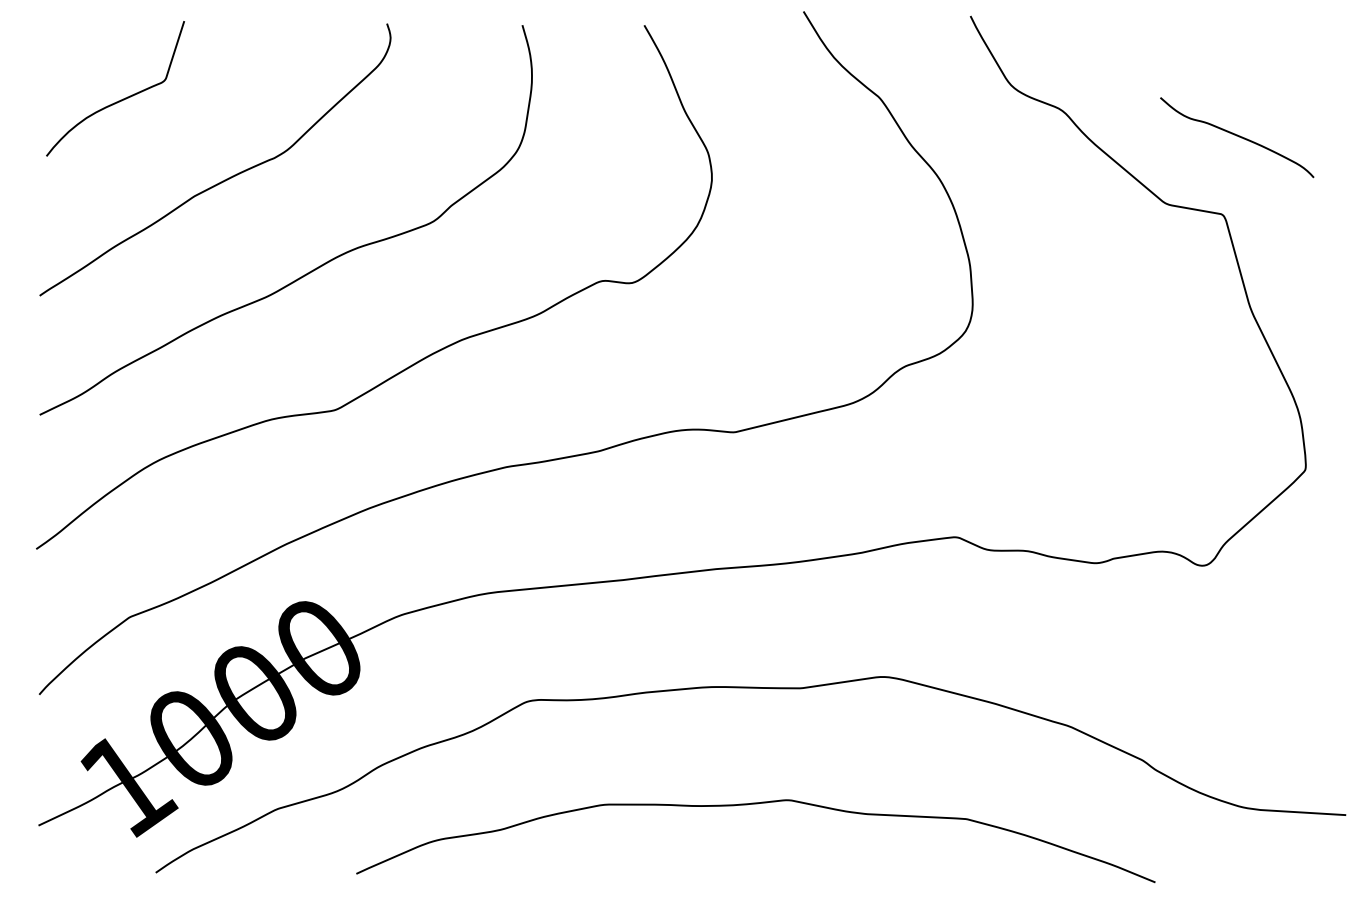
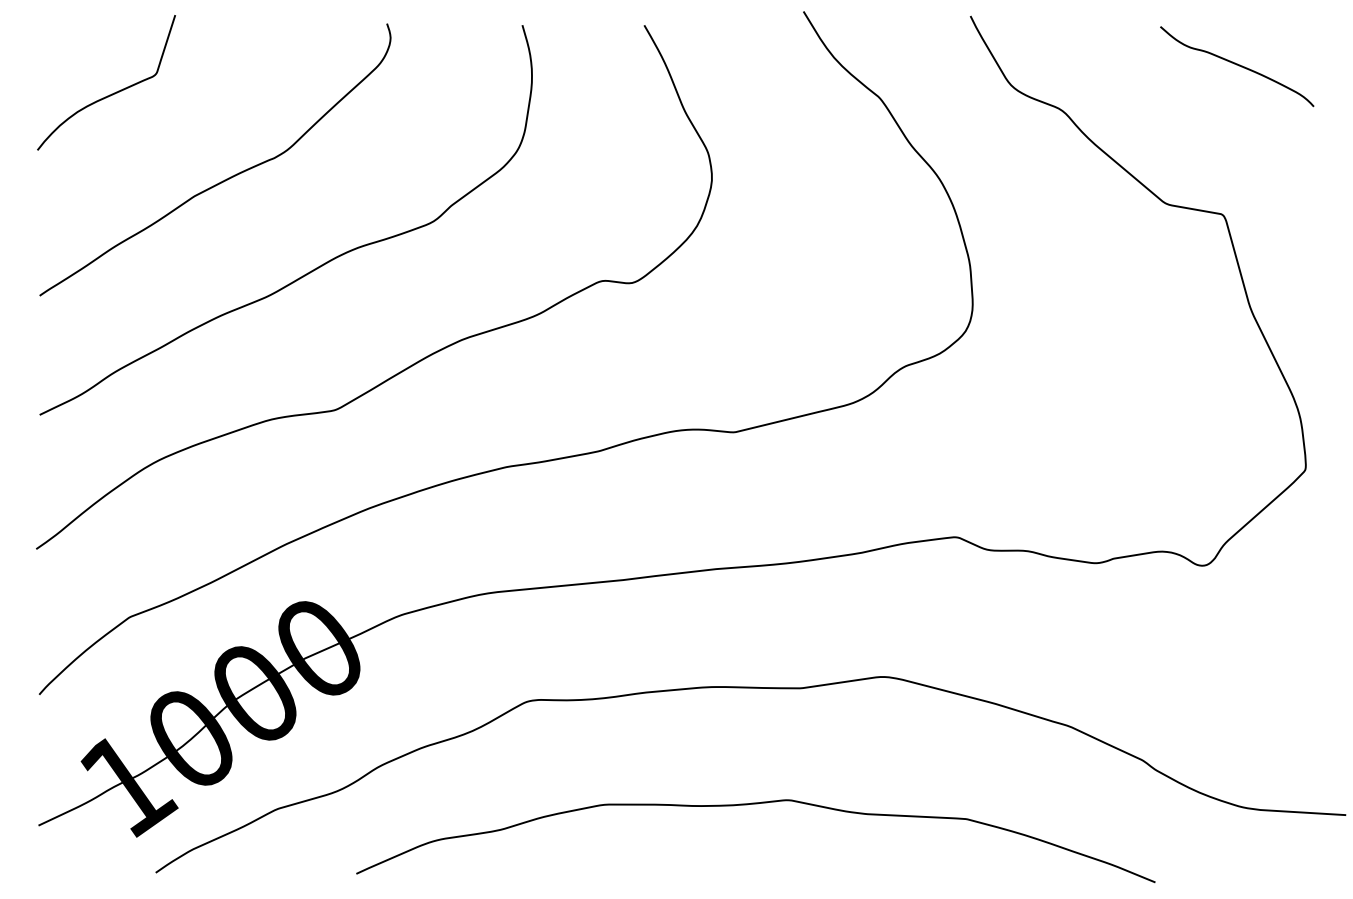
curve at (120, 99) position: (120, 99) -> (111, 93)
curve at (1237, 136) position: (1237, 136) -> (1237, 65)
